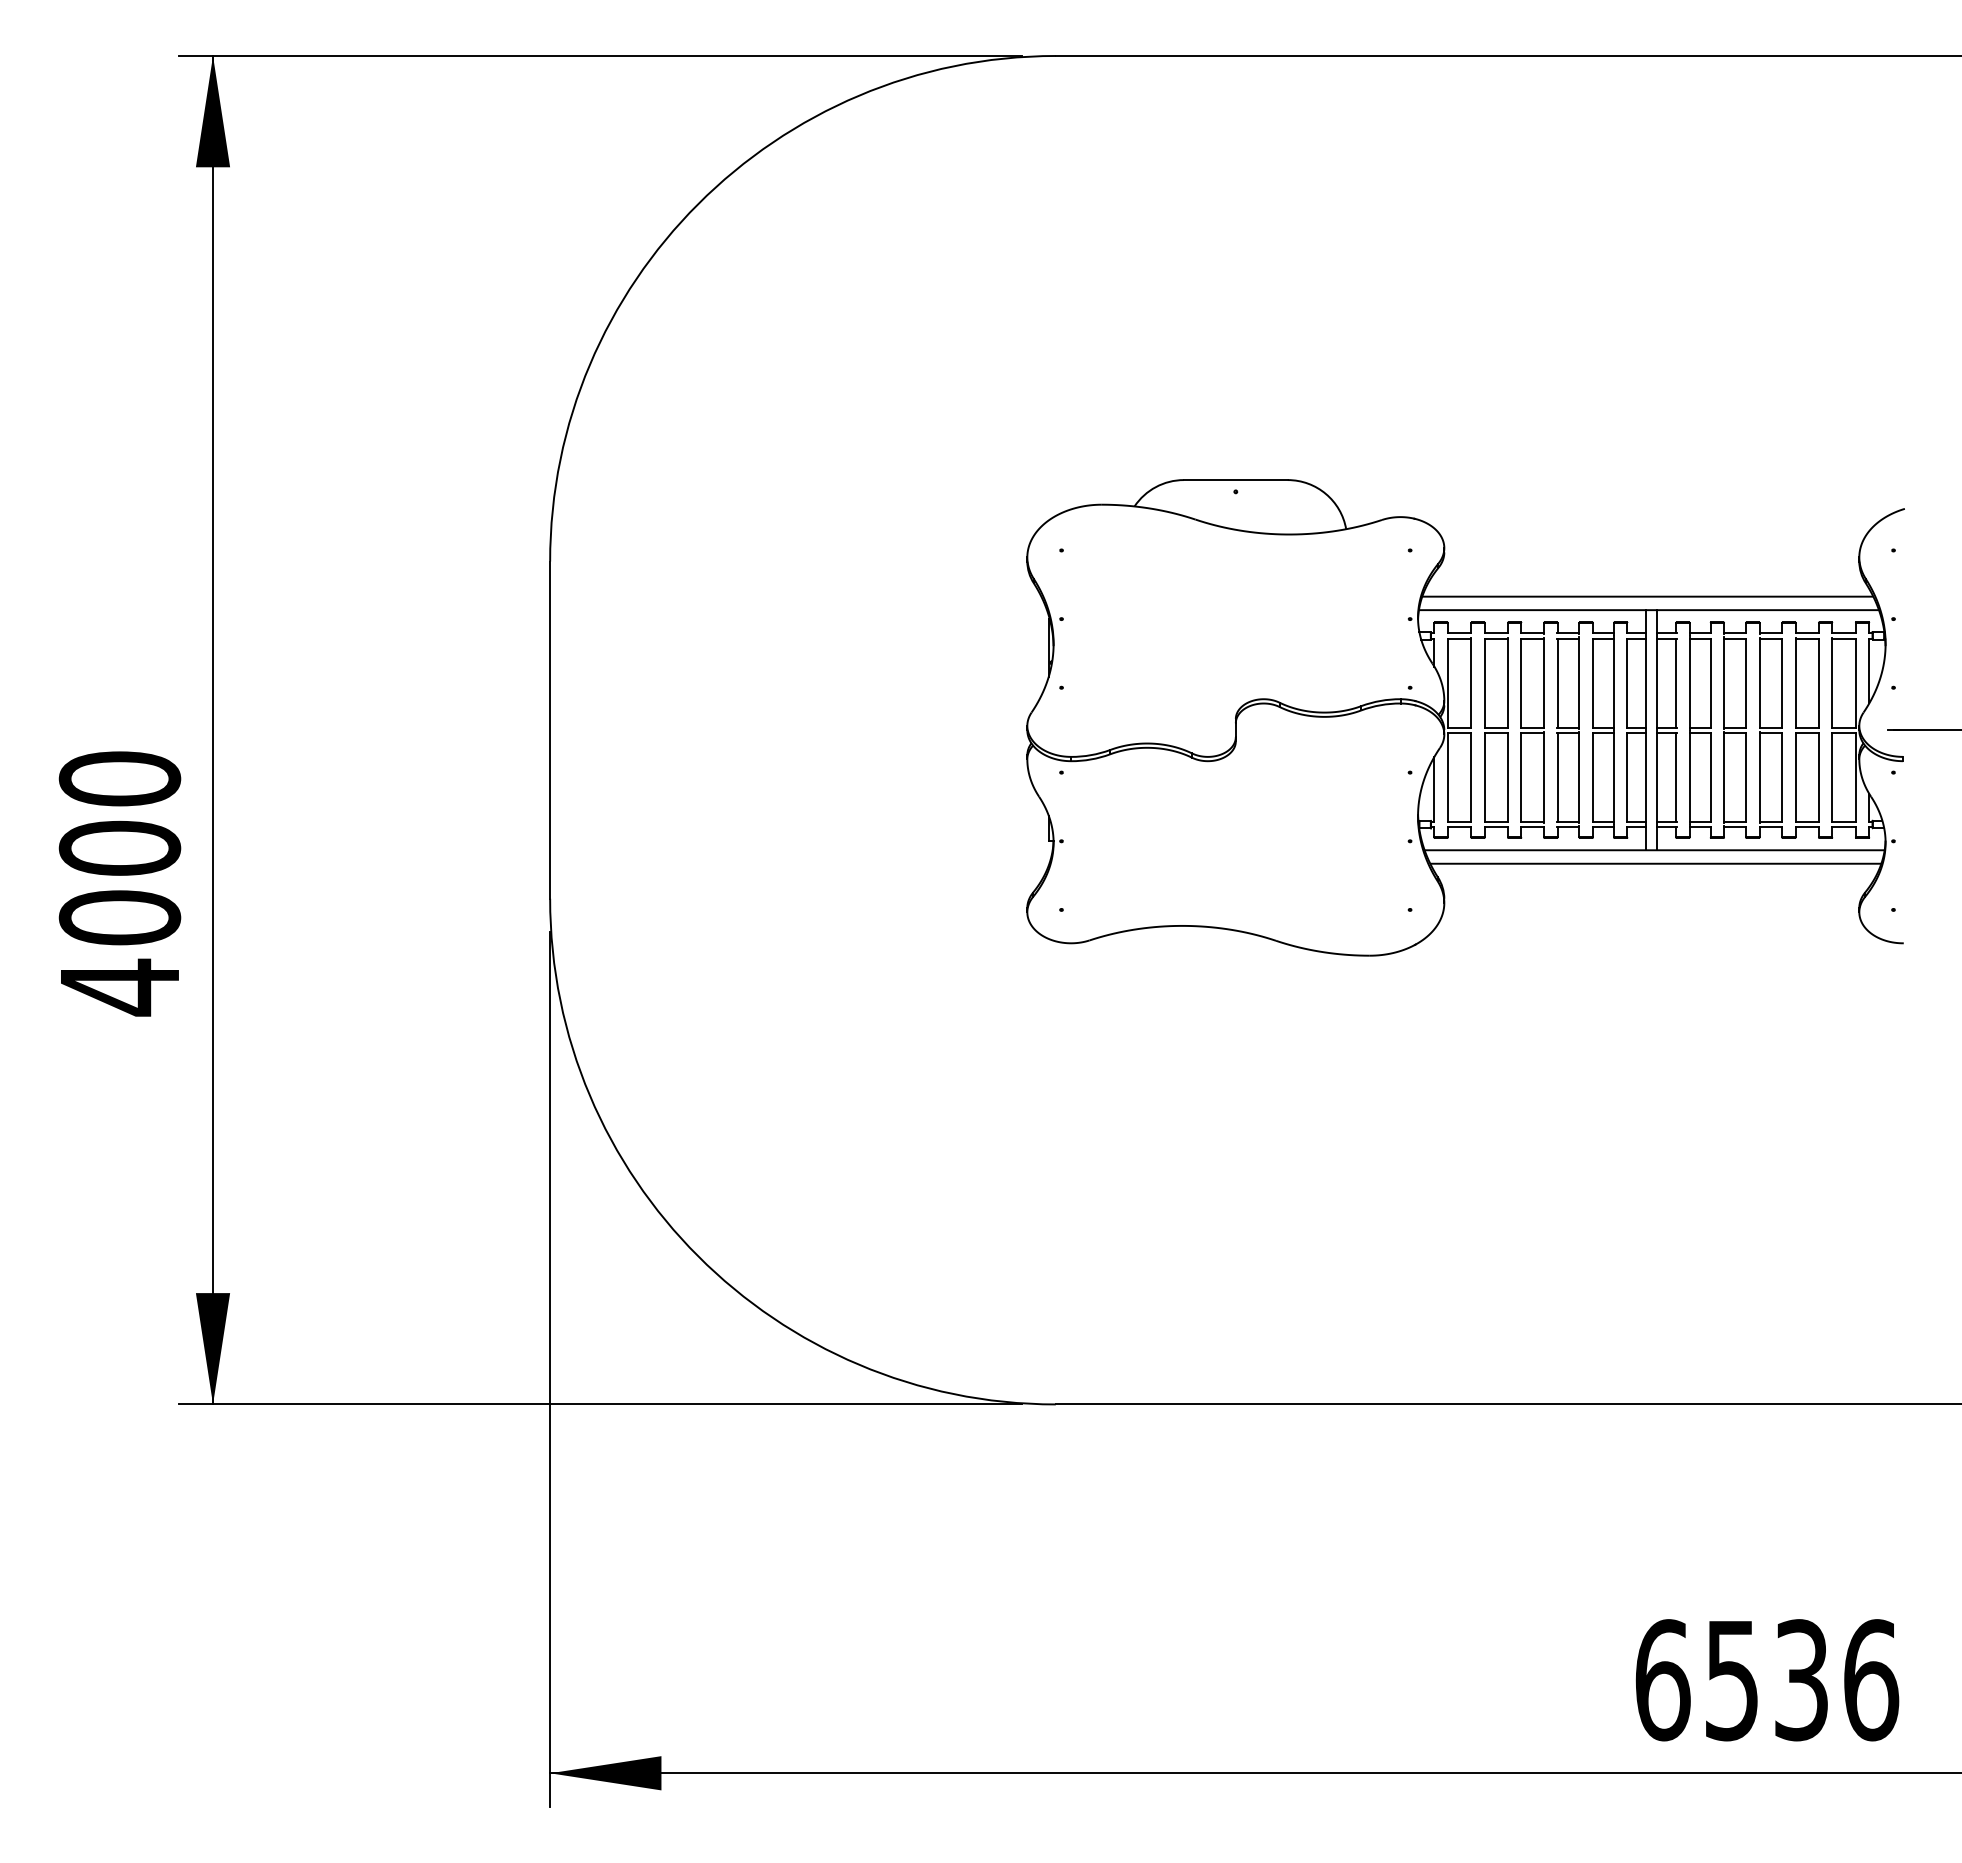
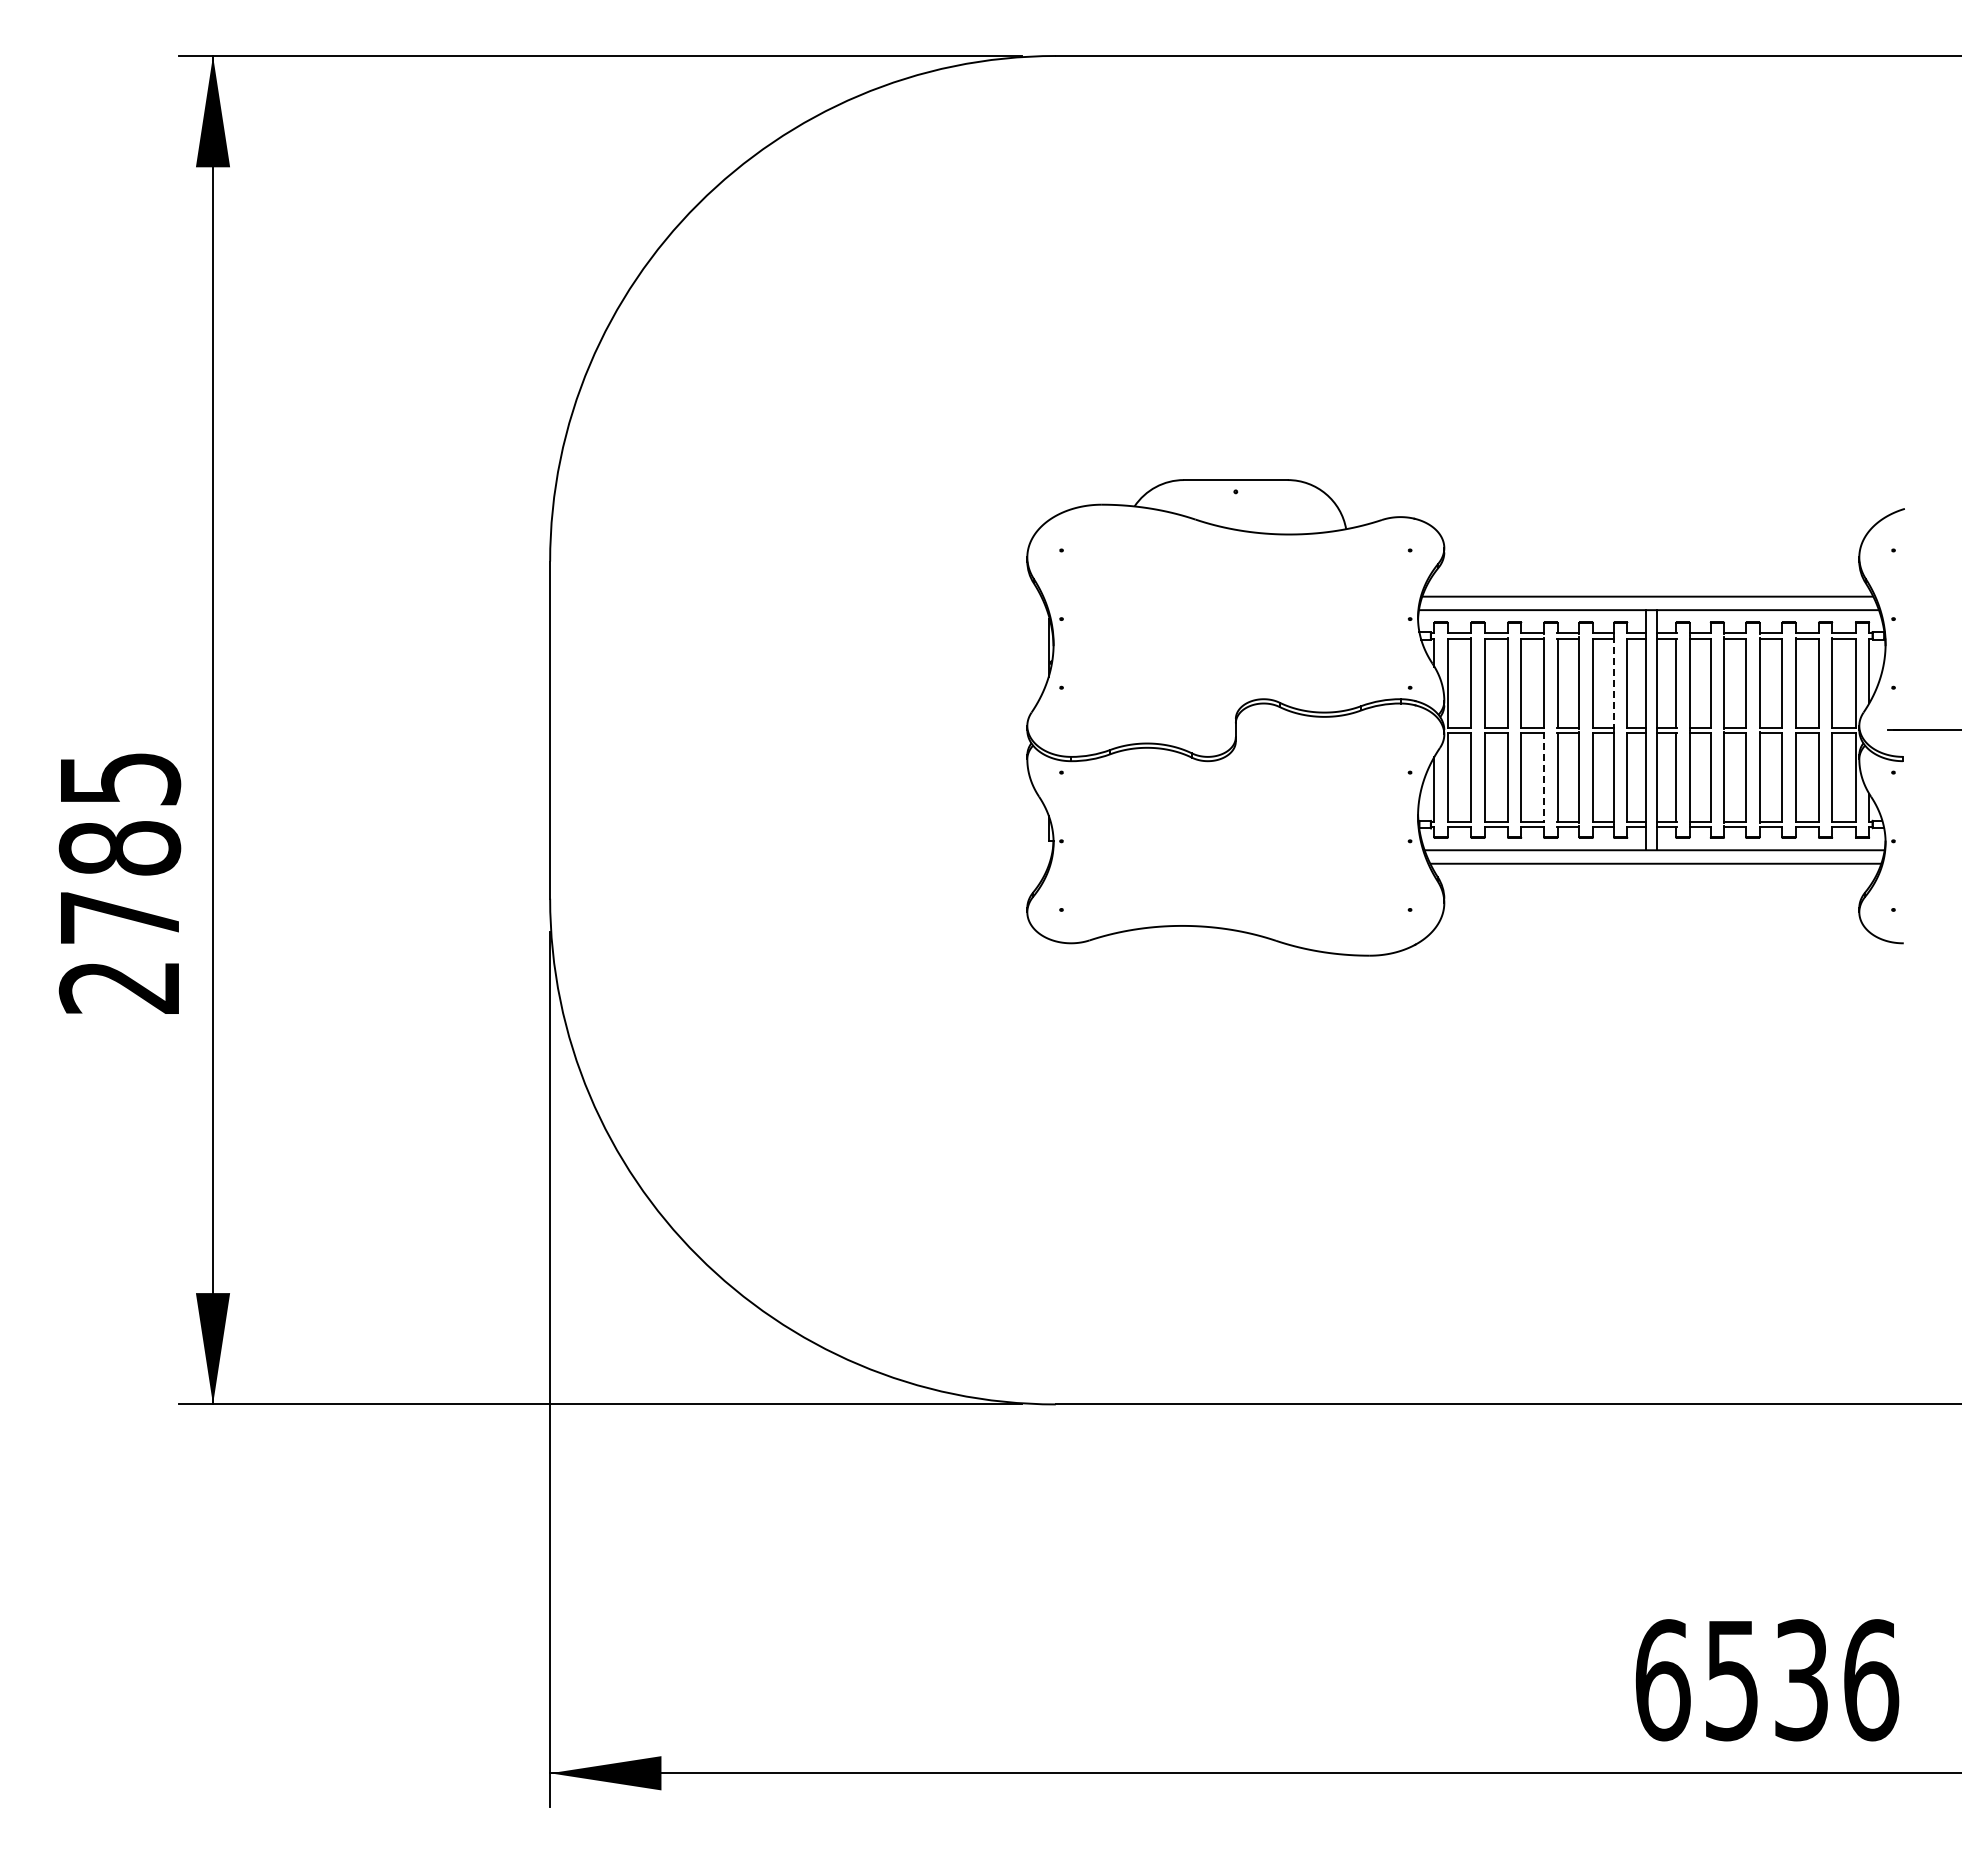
line at (1613, 683): solid -> dashed
line at (1544, 777): solid -> dashed
text at (119, 883): 4000 -> 2785
